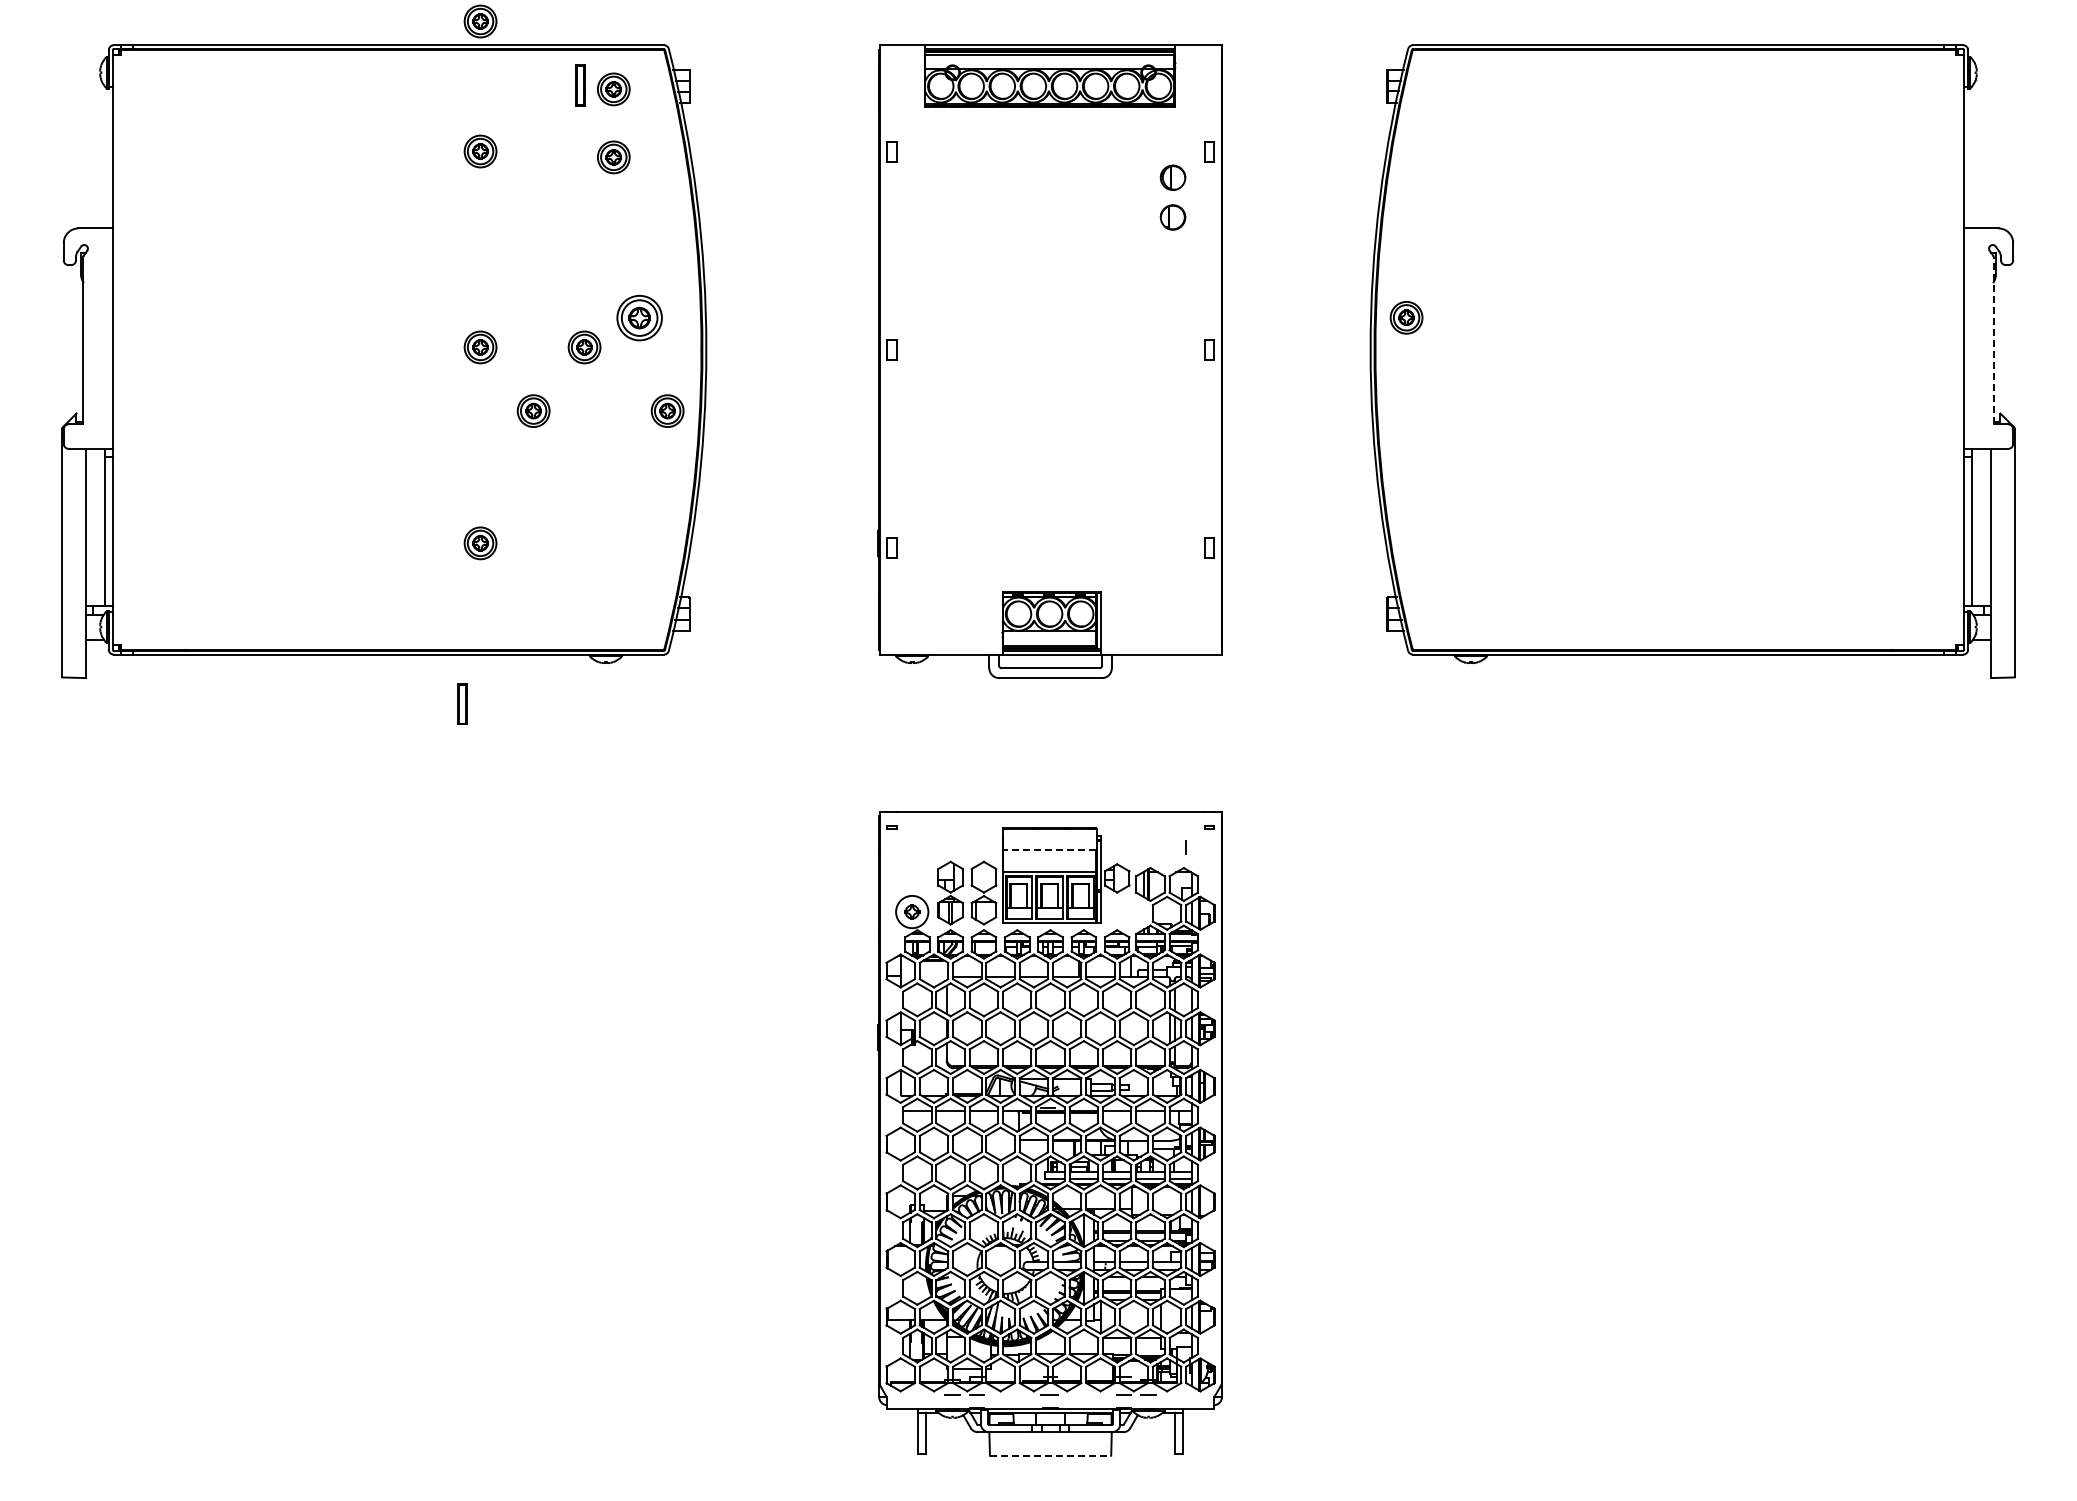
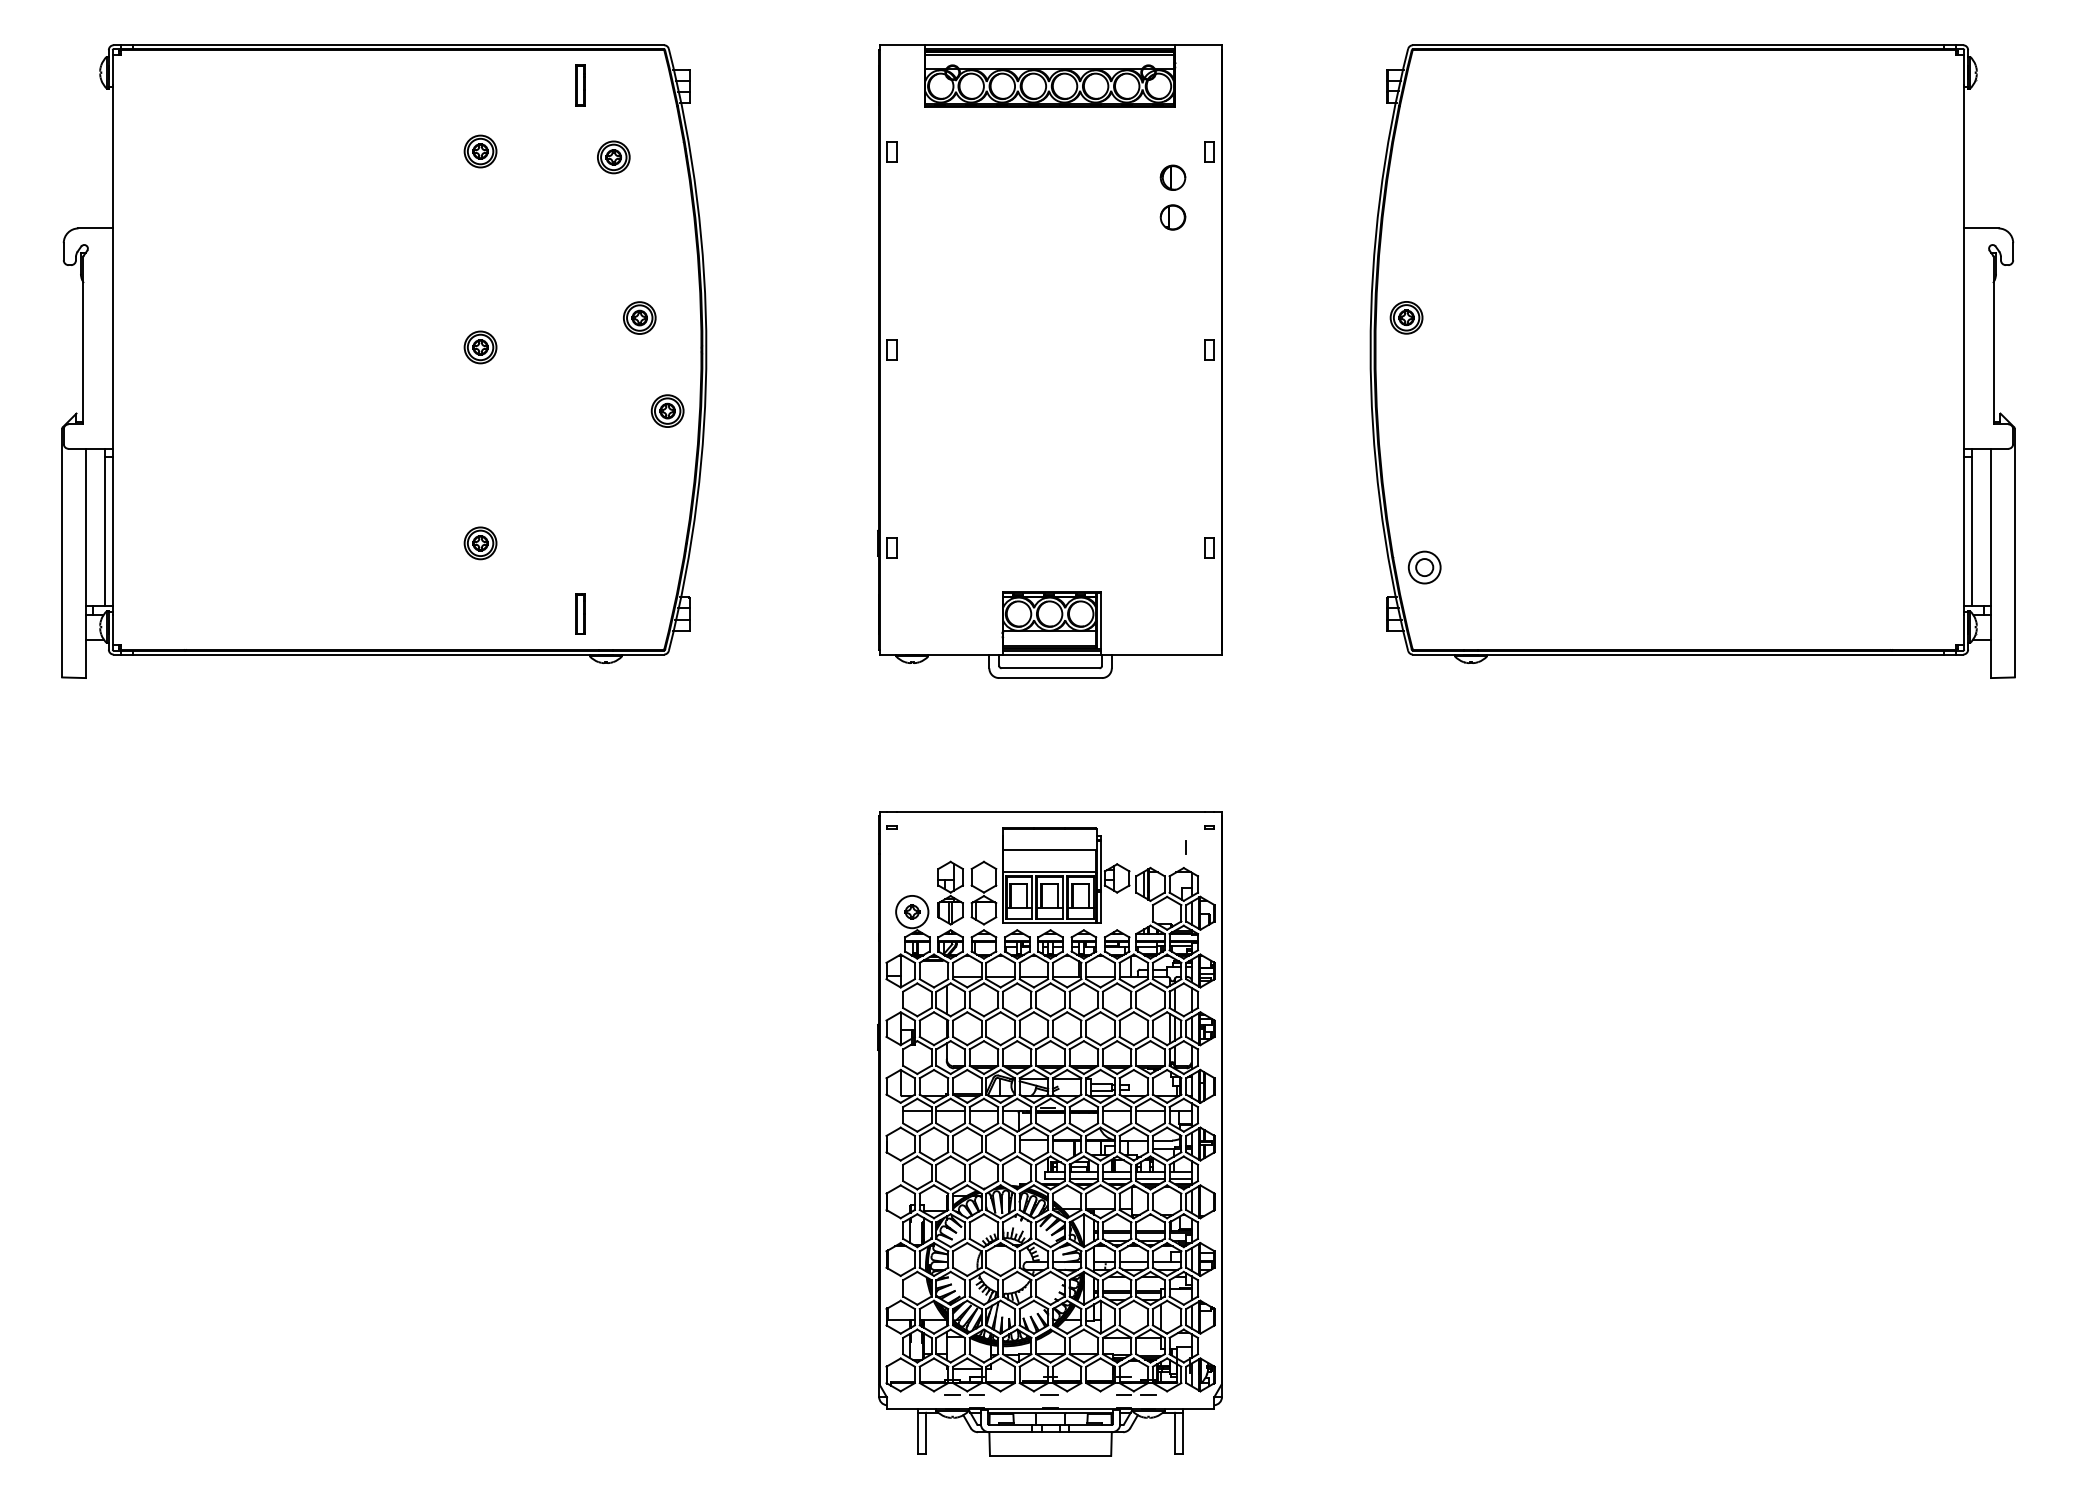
part at (480, 21): present -> none
part at (613, 89): present -> none
part at (639, 317) size: 47x48 px -> 34x34 px
line at (1993, 340): dashed -> solid
part at (584, 347): present -> none
part at (533, 410): present -> none
part at (1424, 567): none -> present
part at (462, 703) position: (462, 703) -> (580, 613)
line at (1049, 850): dashed -> solid
line at (1050, 1455): dashed -> solid
